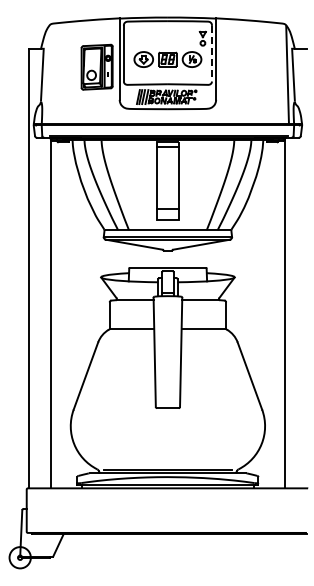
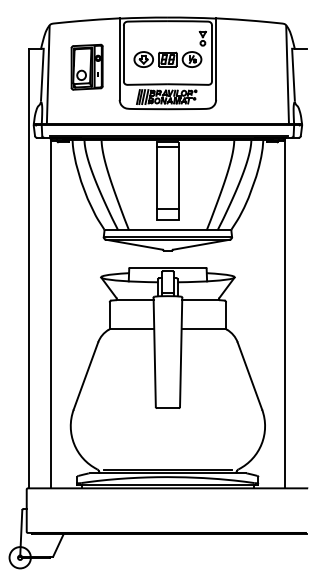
line at (211, 53): dashed -> solid
part at (96, 66) position: (96, 66) -> (86, 66)
line at (47, 75): none -> present
